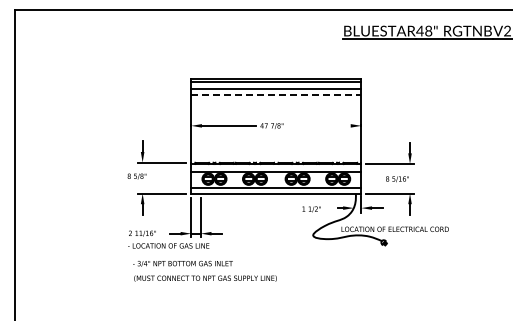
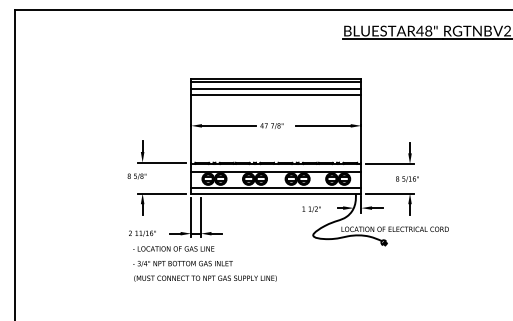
line at (276, 95): dashed -> solid
line at (323, 125): none -> present
text at (397, 179) position: (397, 179) -> (407, 179)
text at (168, 245) position: (168, 245) -> (173, 248)
